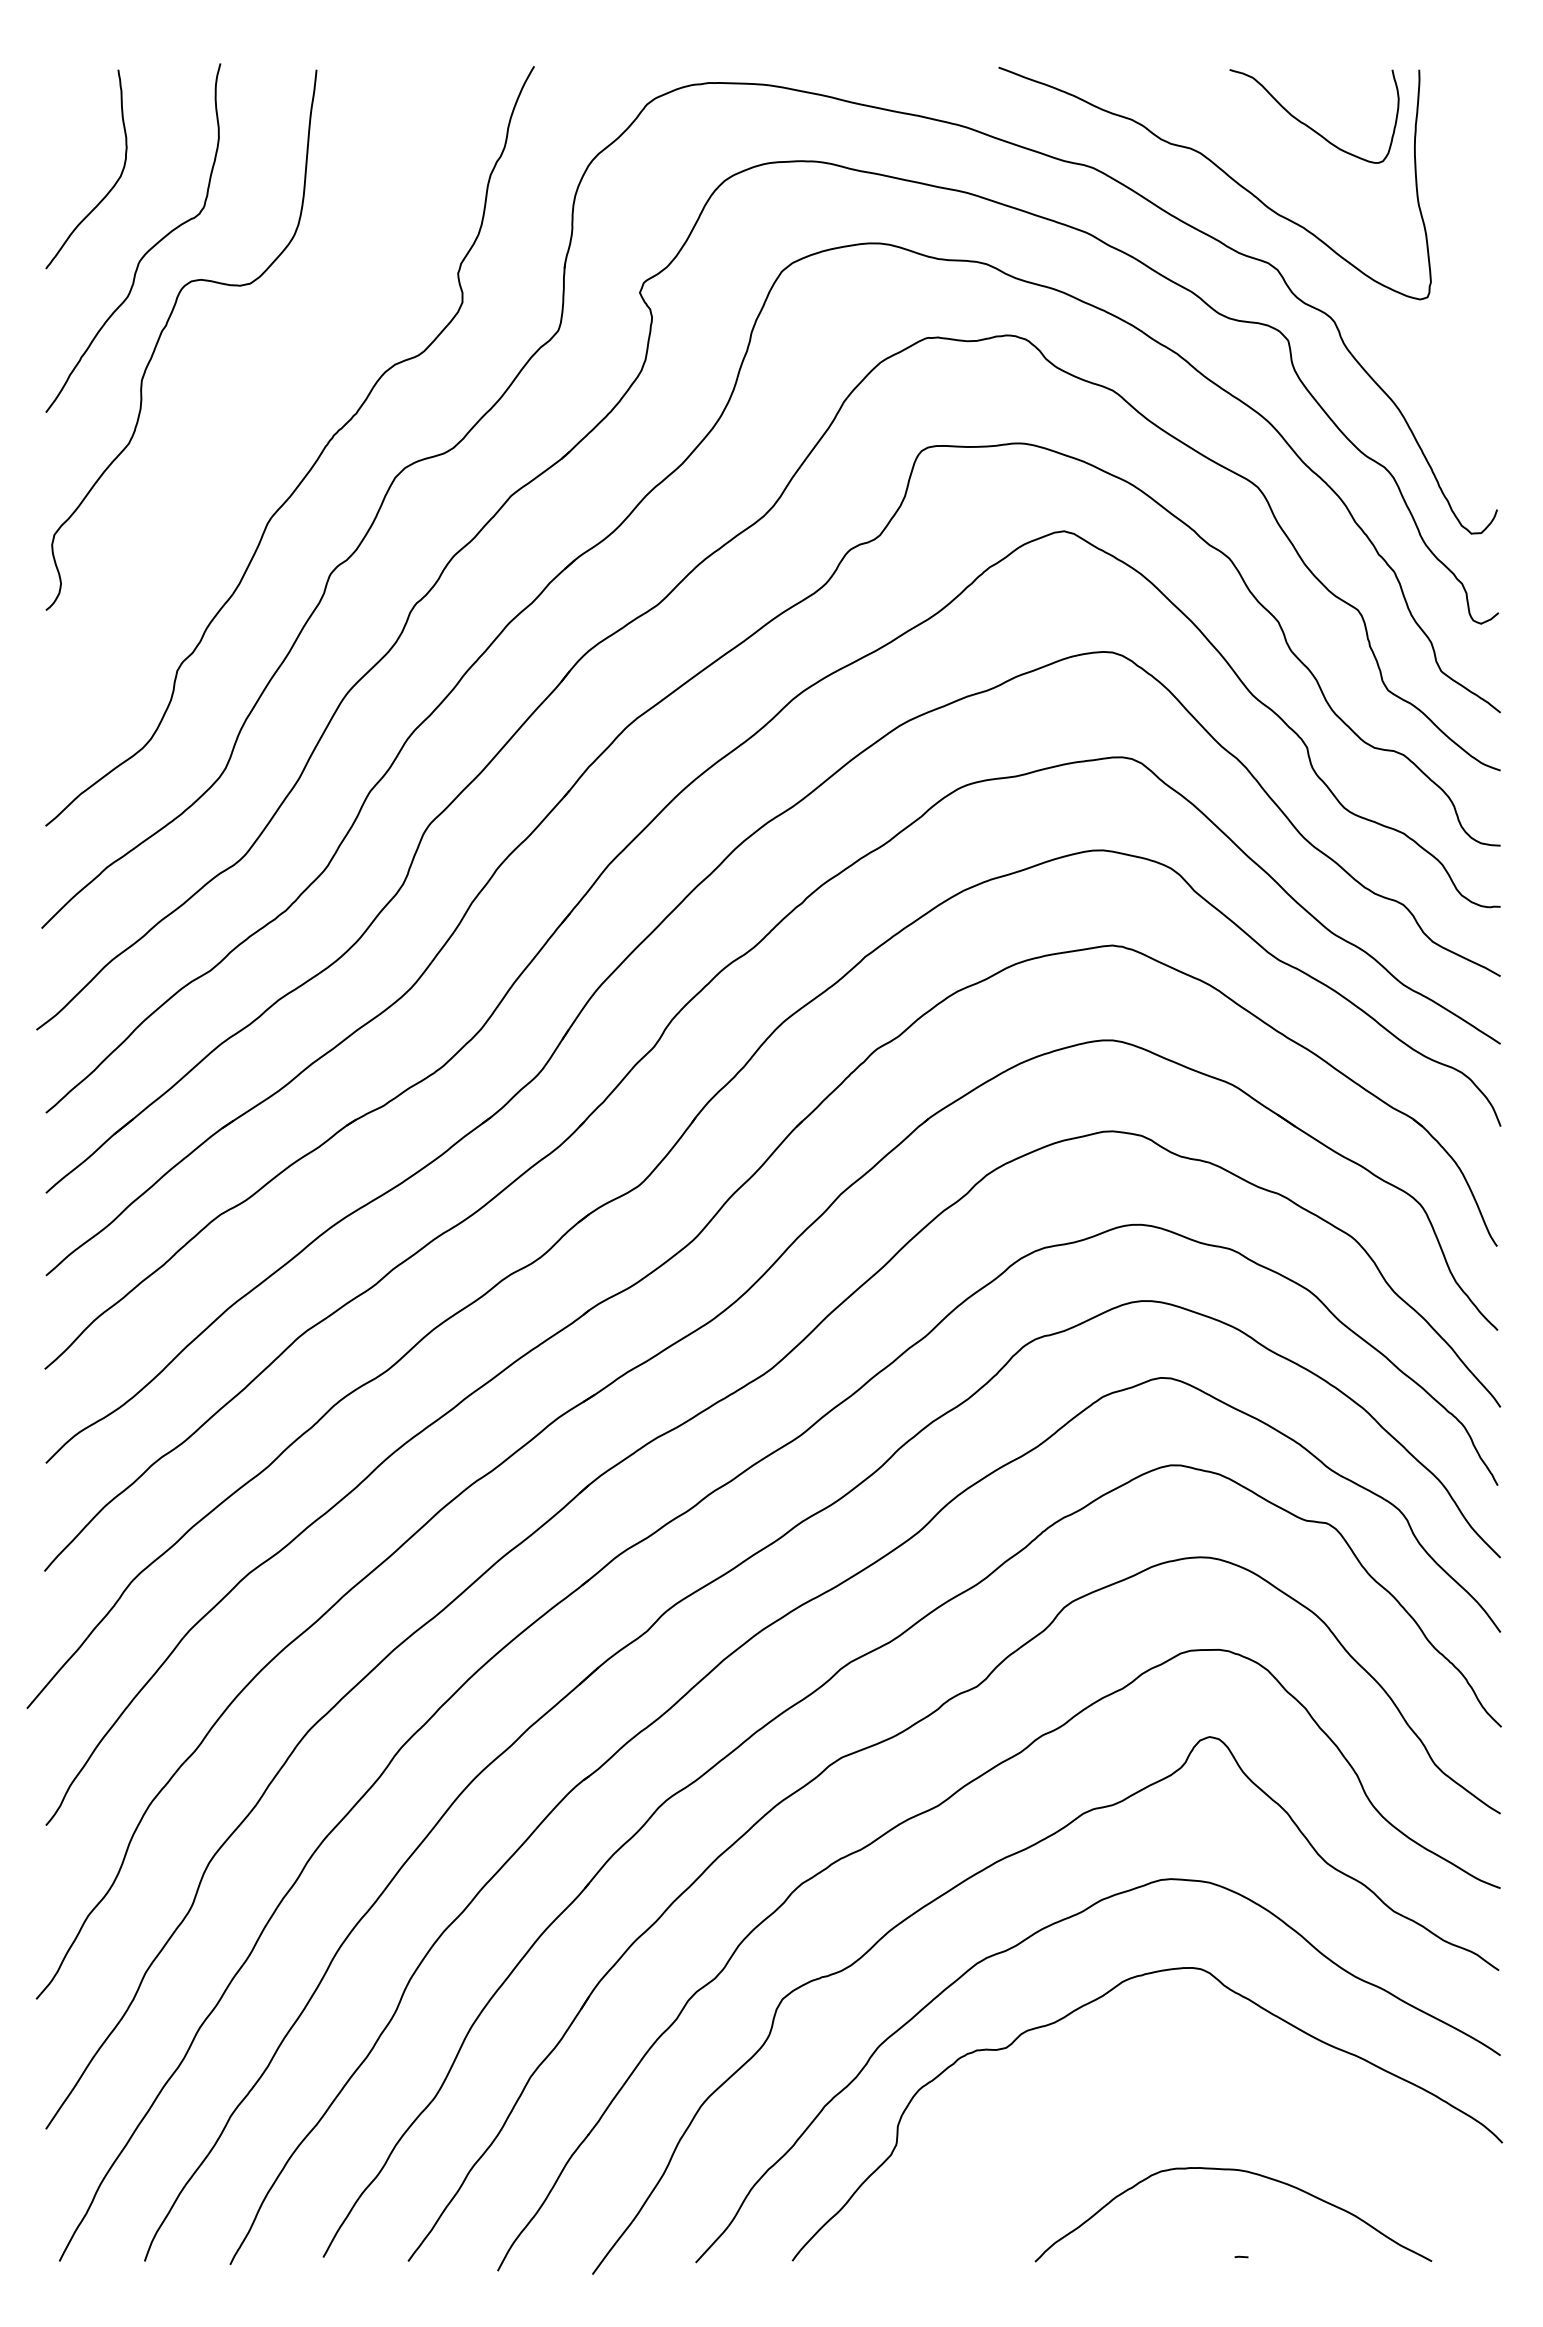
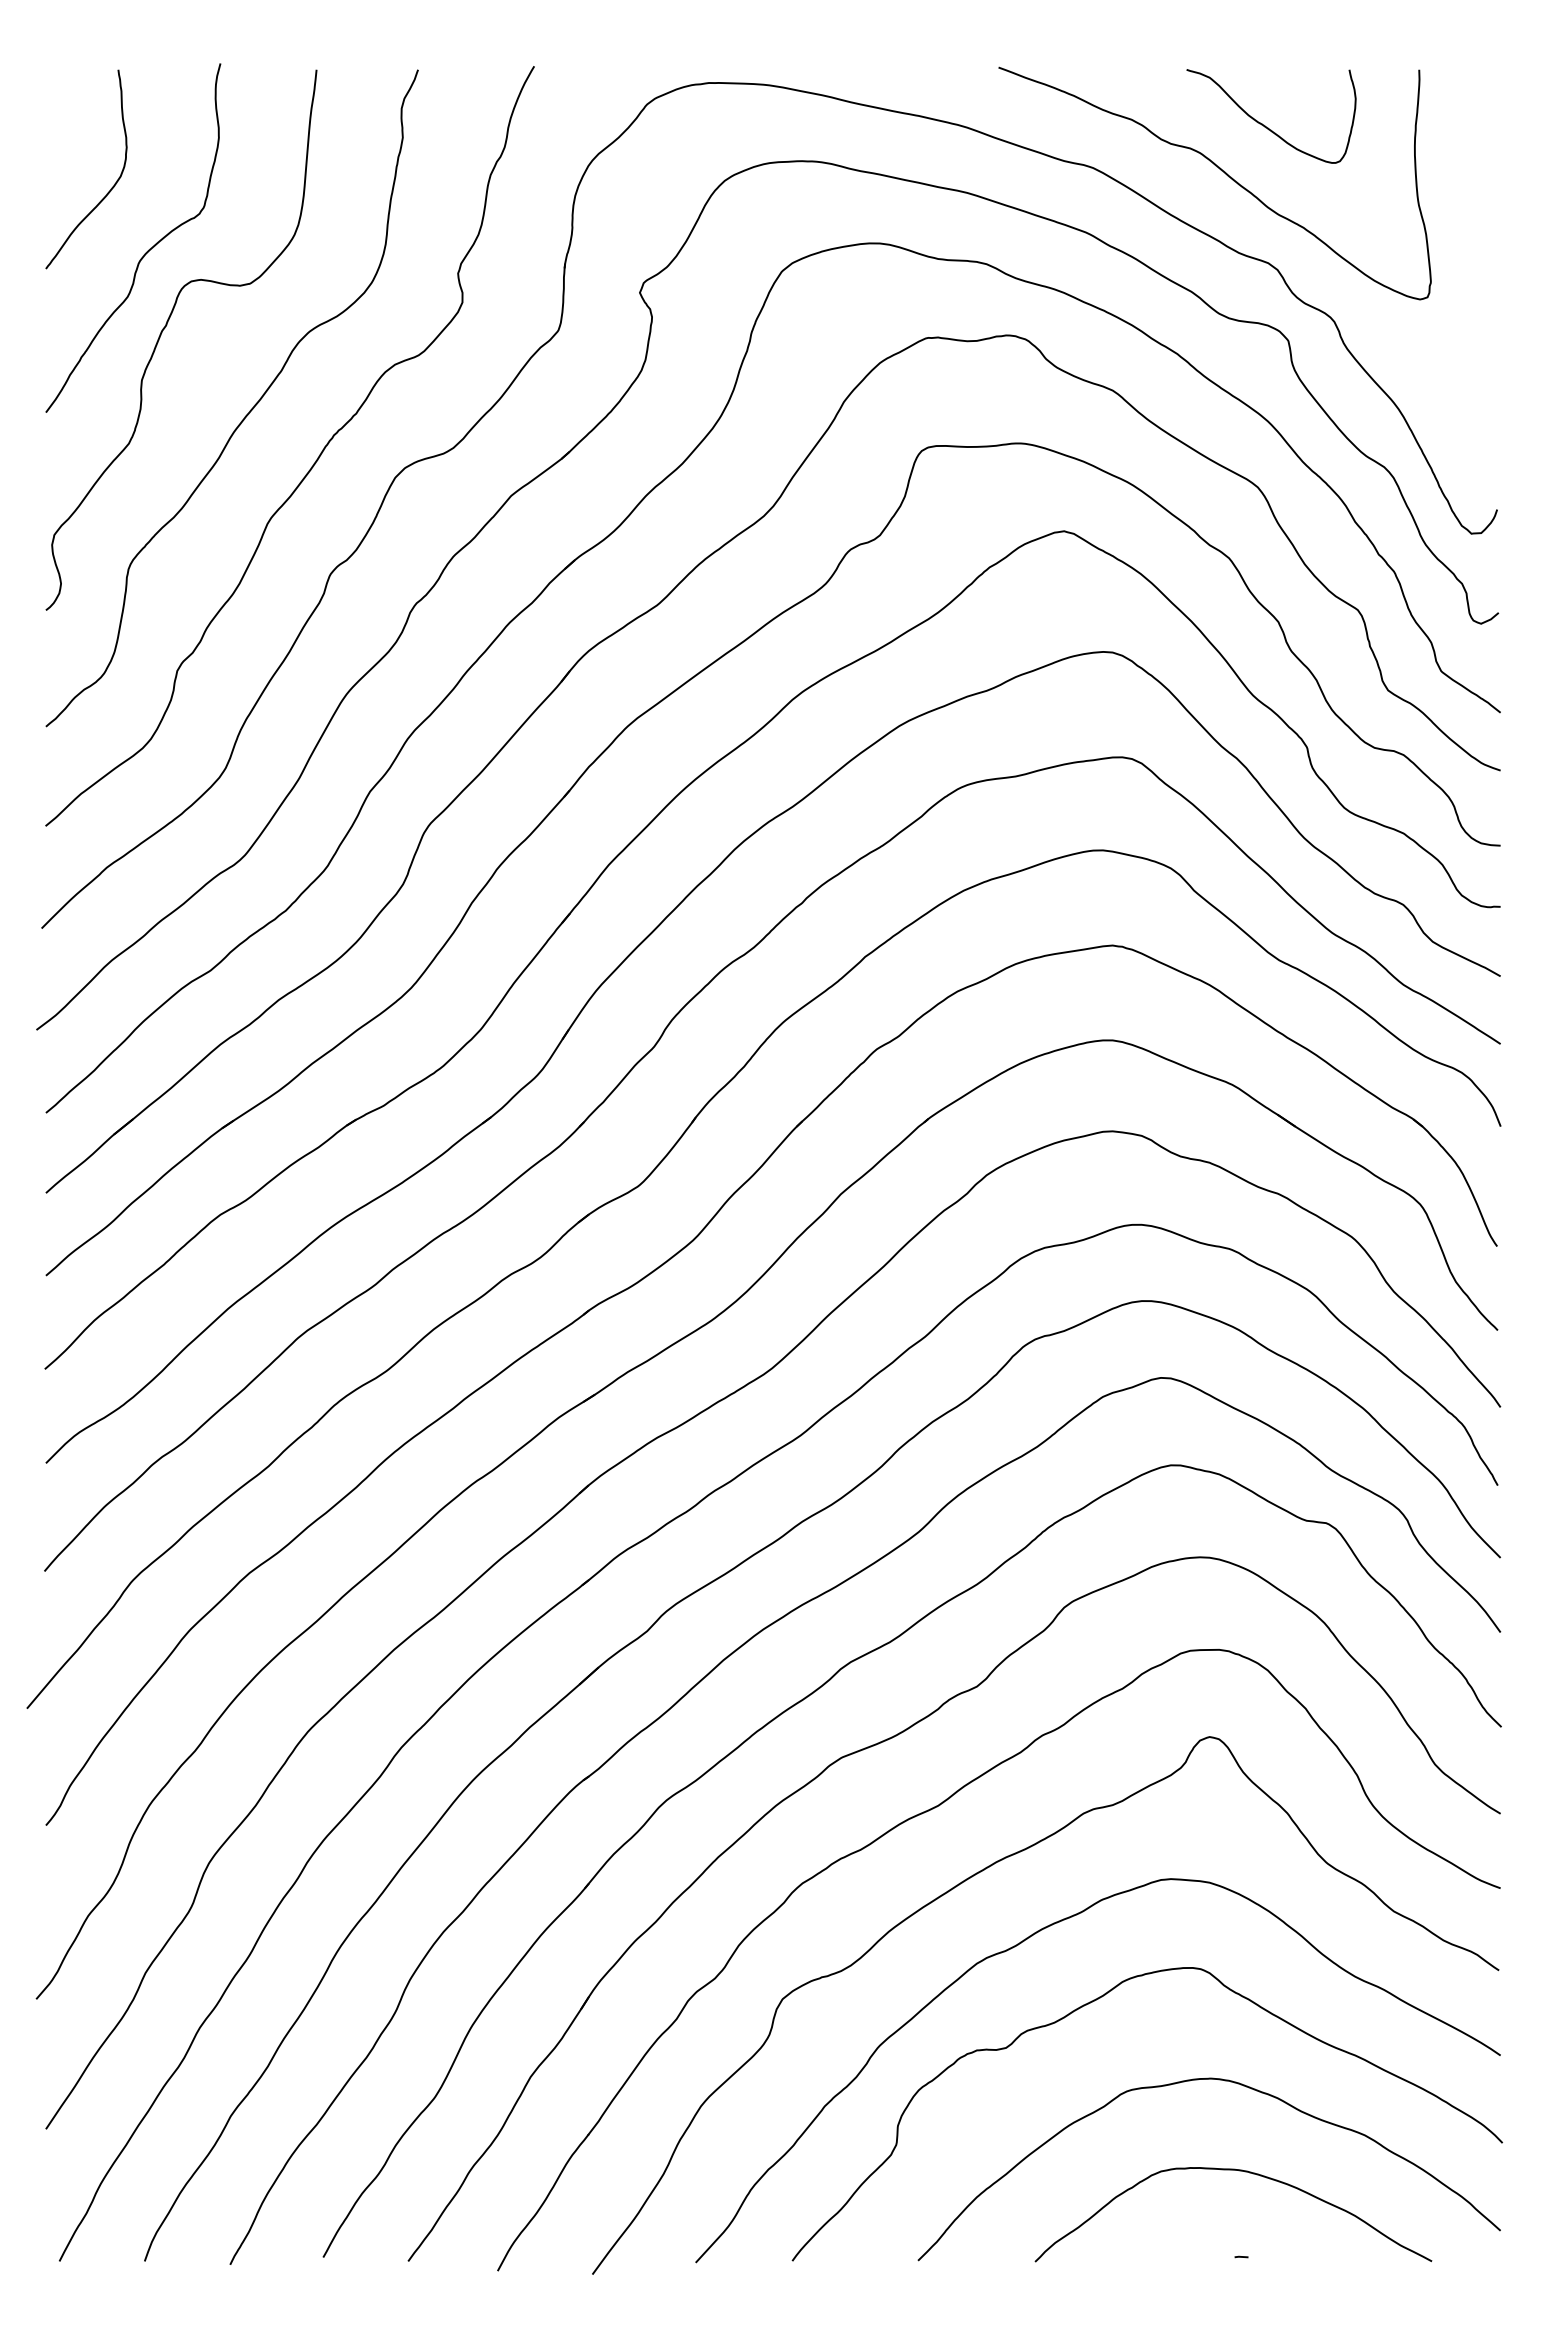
curve at (1308, 125) position: (1308, 125) -> (1265, 125)
curve at (249, 410): none -> present
curve at (1224, 2081): none -> present
